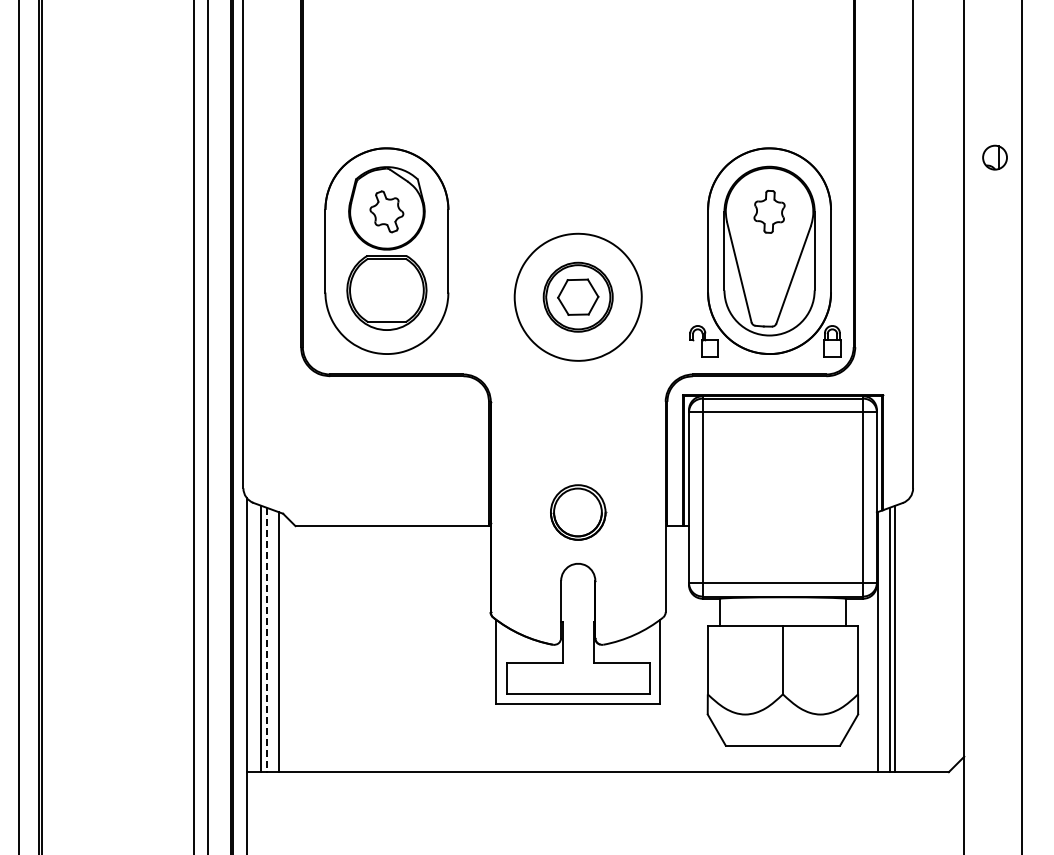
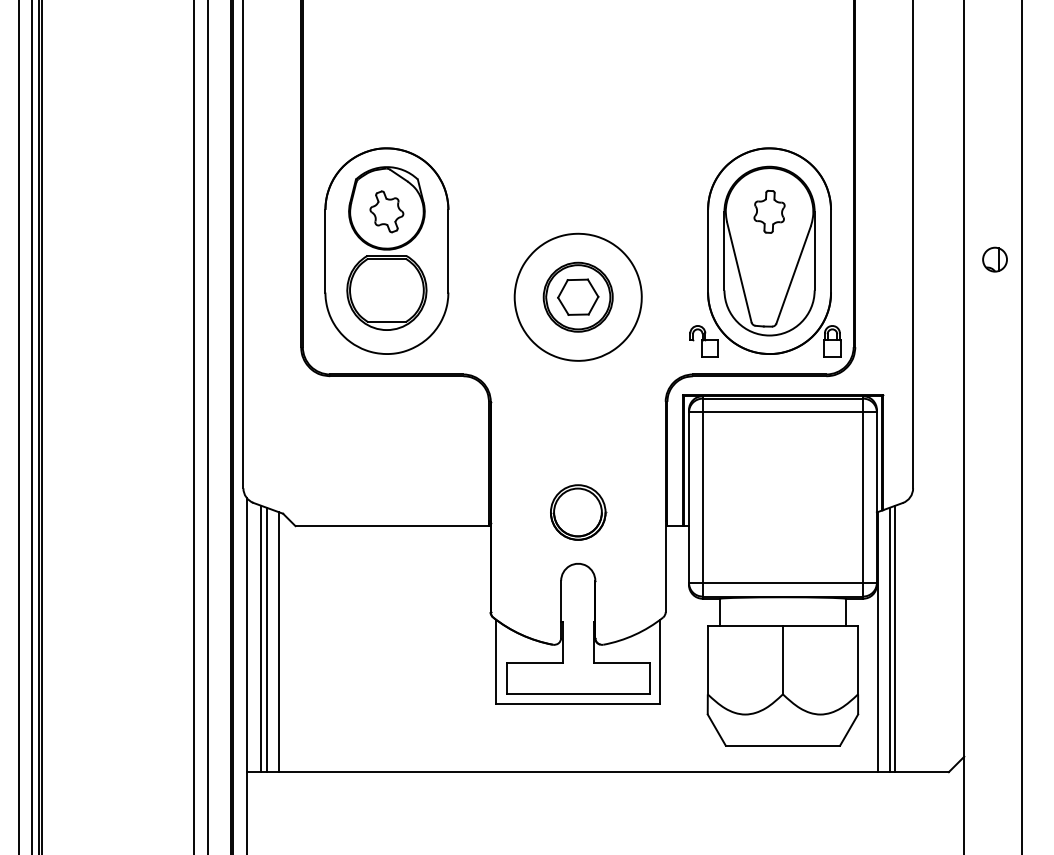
part at (994, 157) position: (994, 157) -> (994, 259)
line at (31, 426): none -> present
line at (266, 640): dashed -> solid
